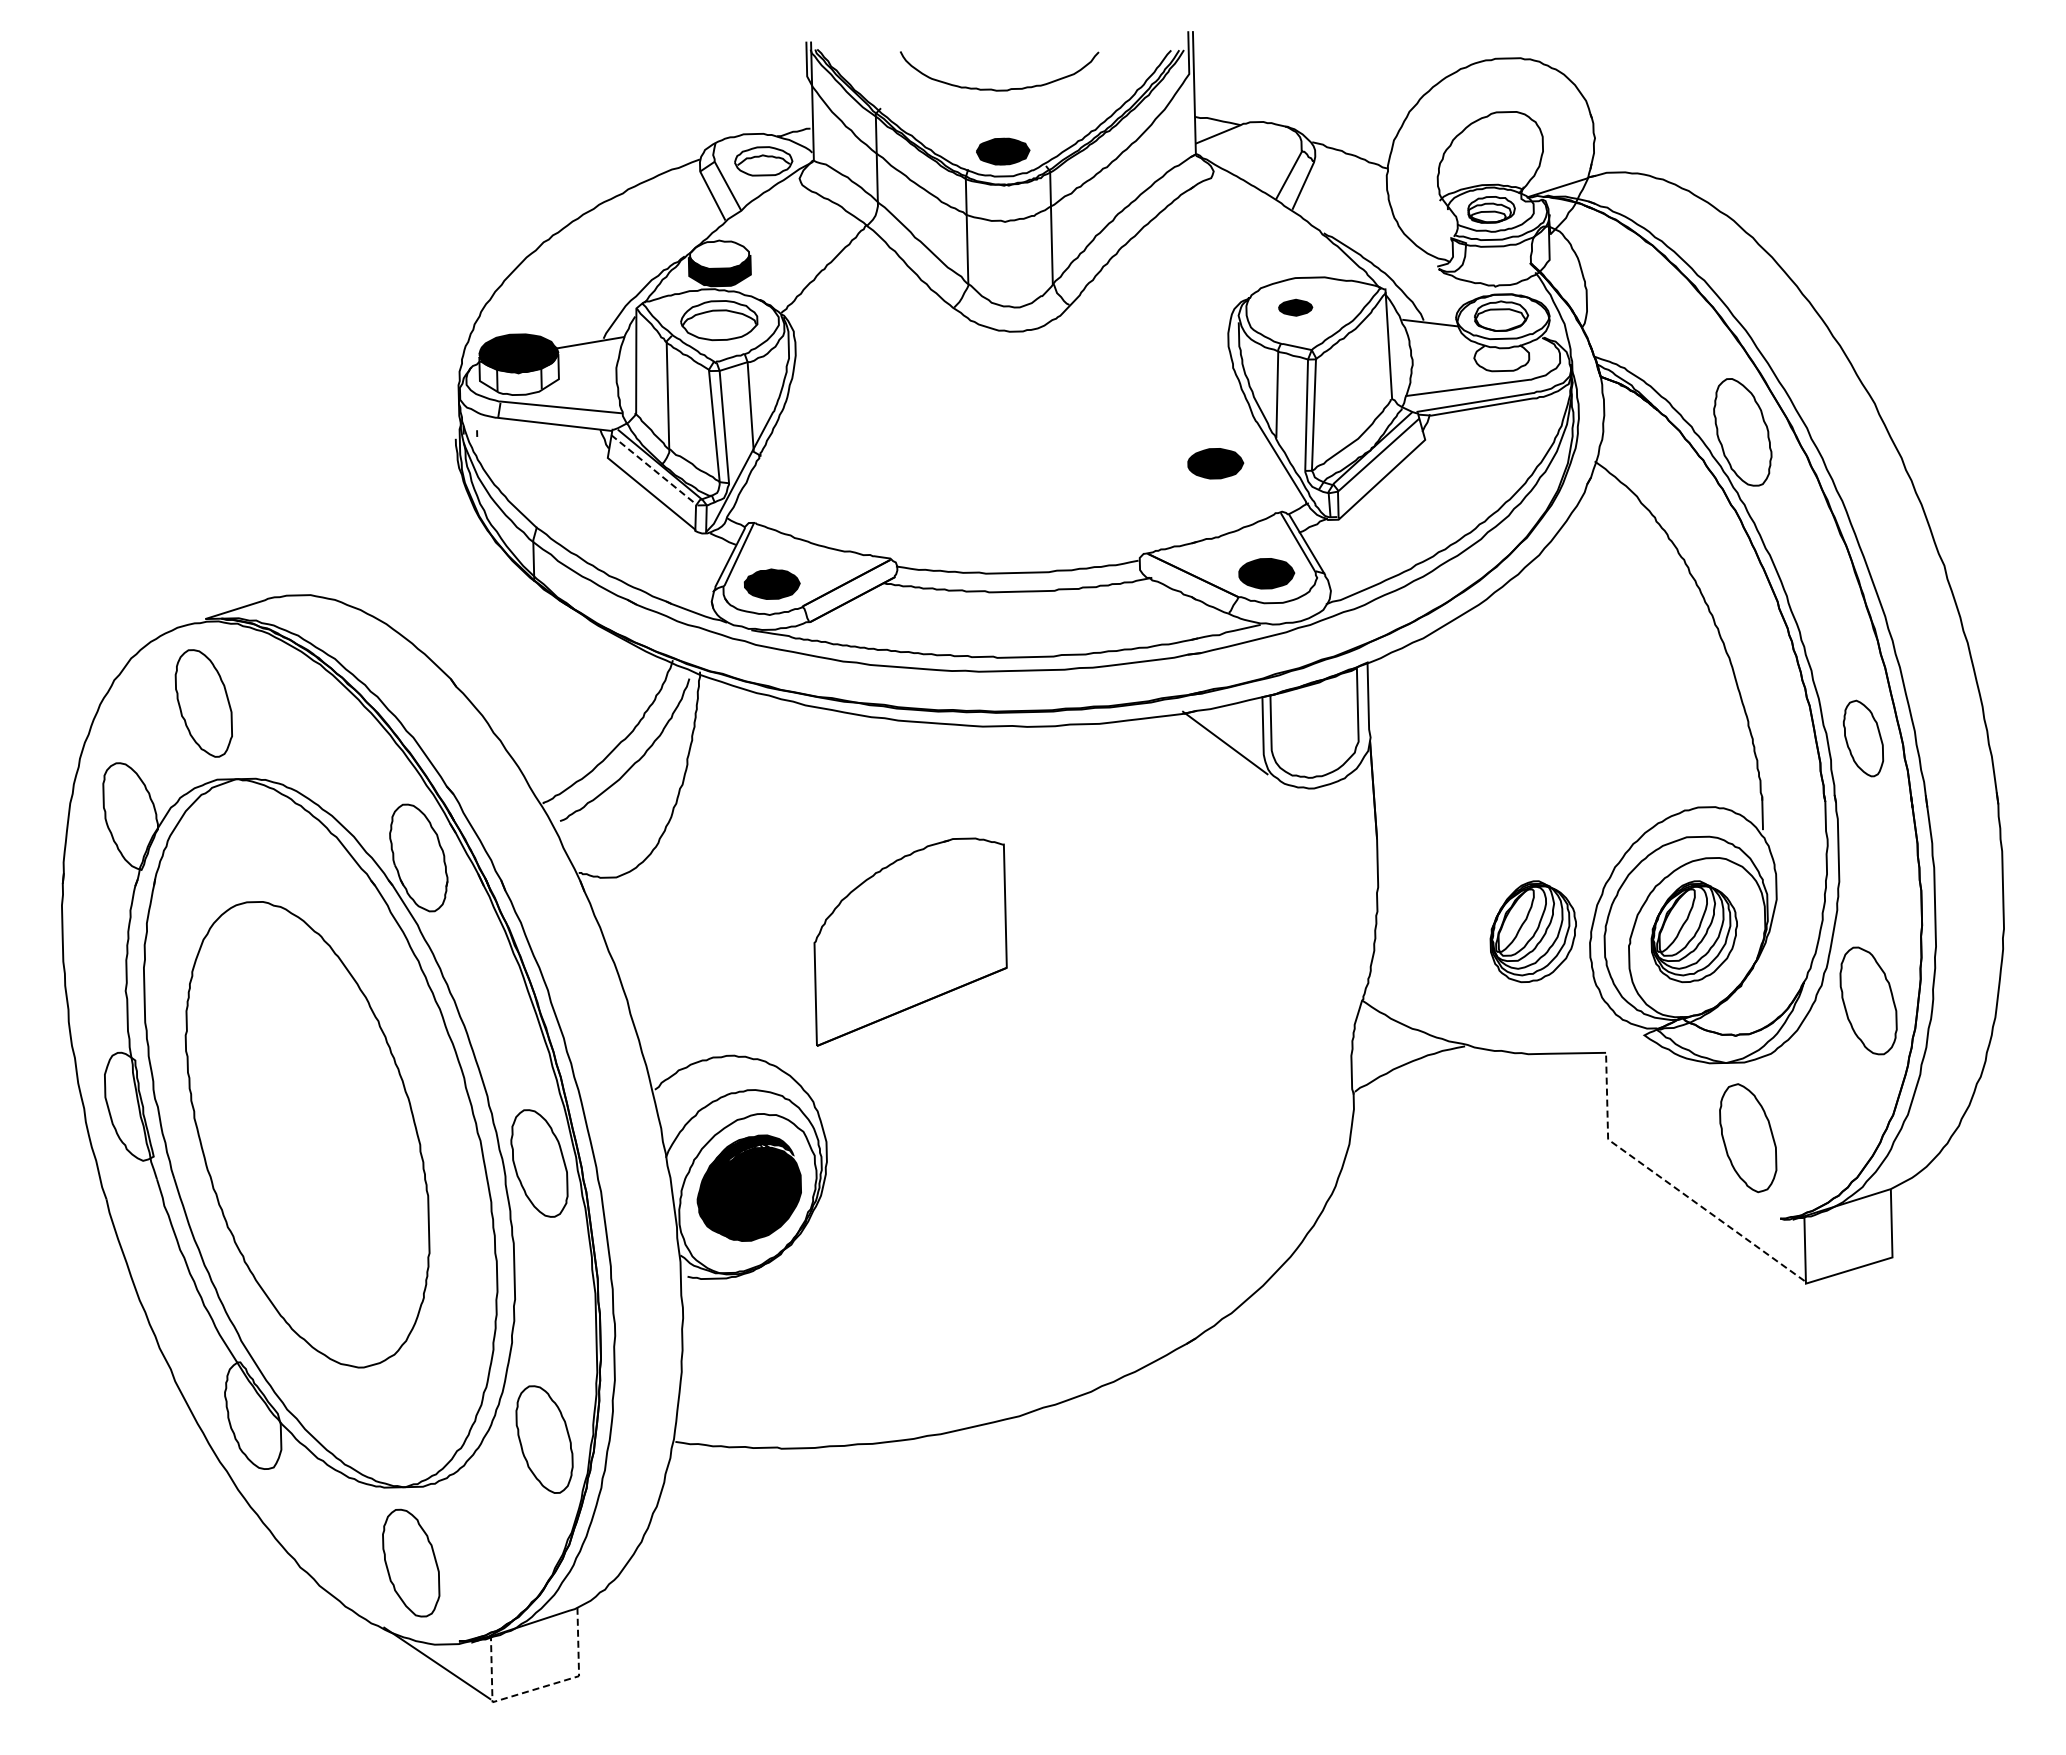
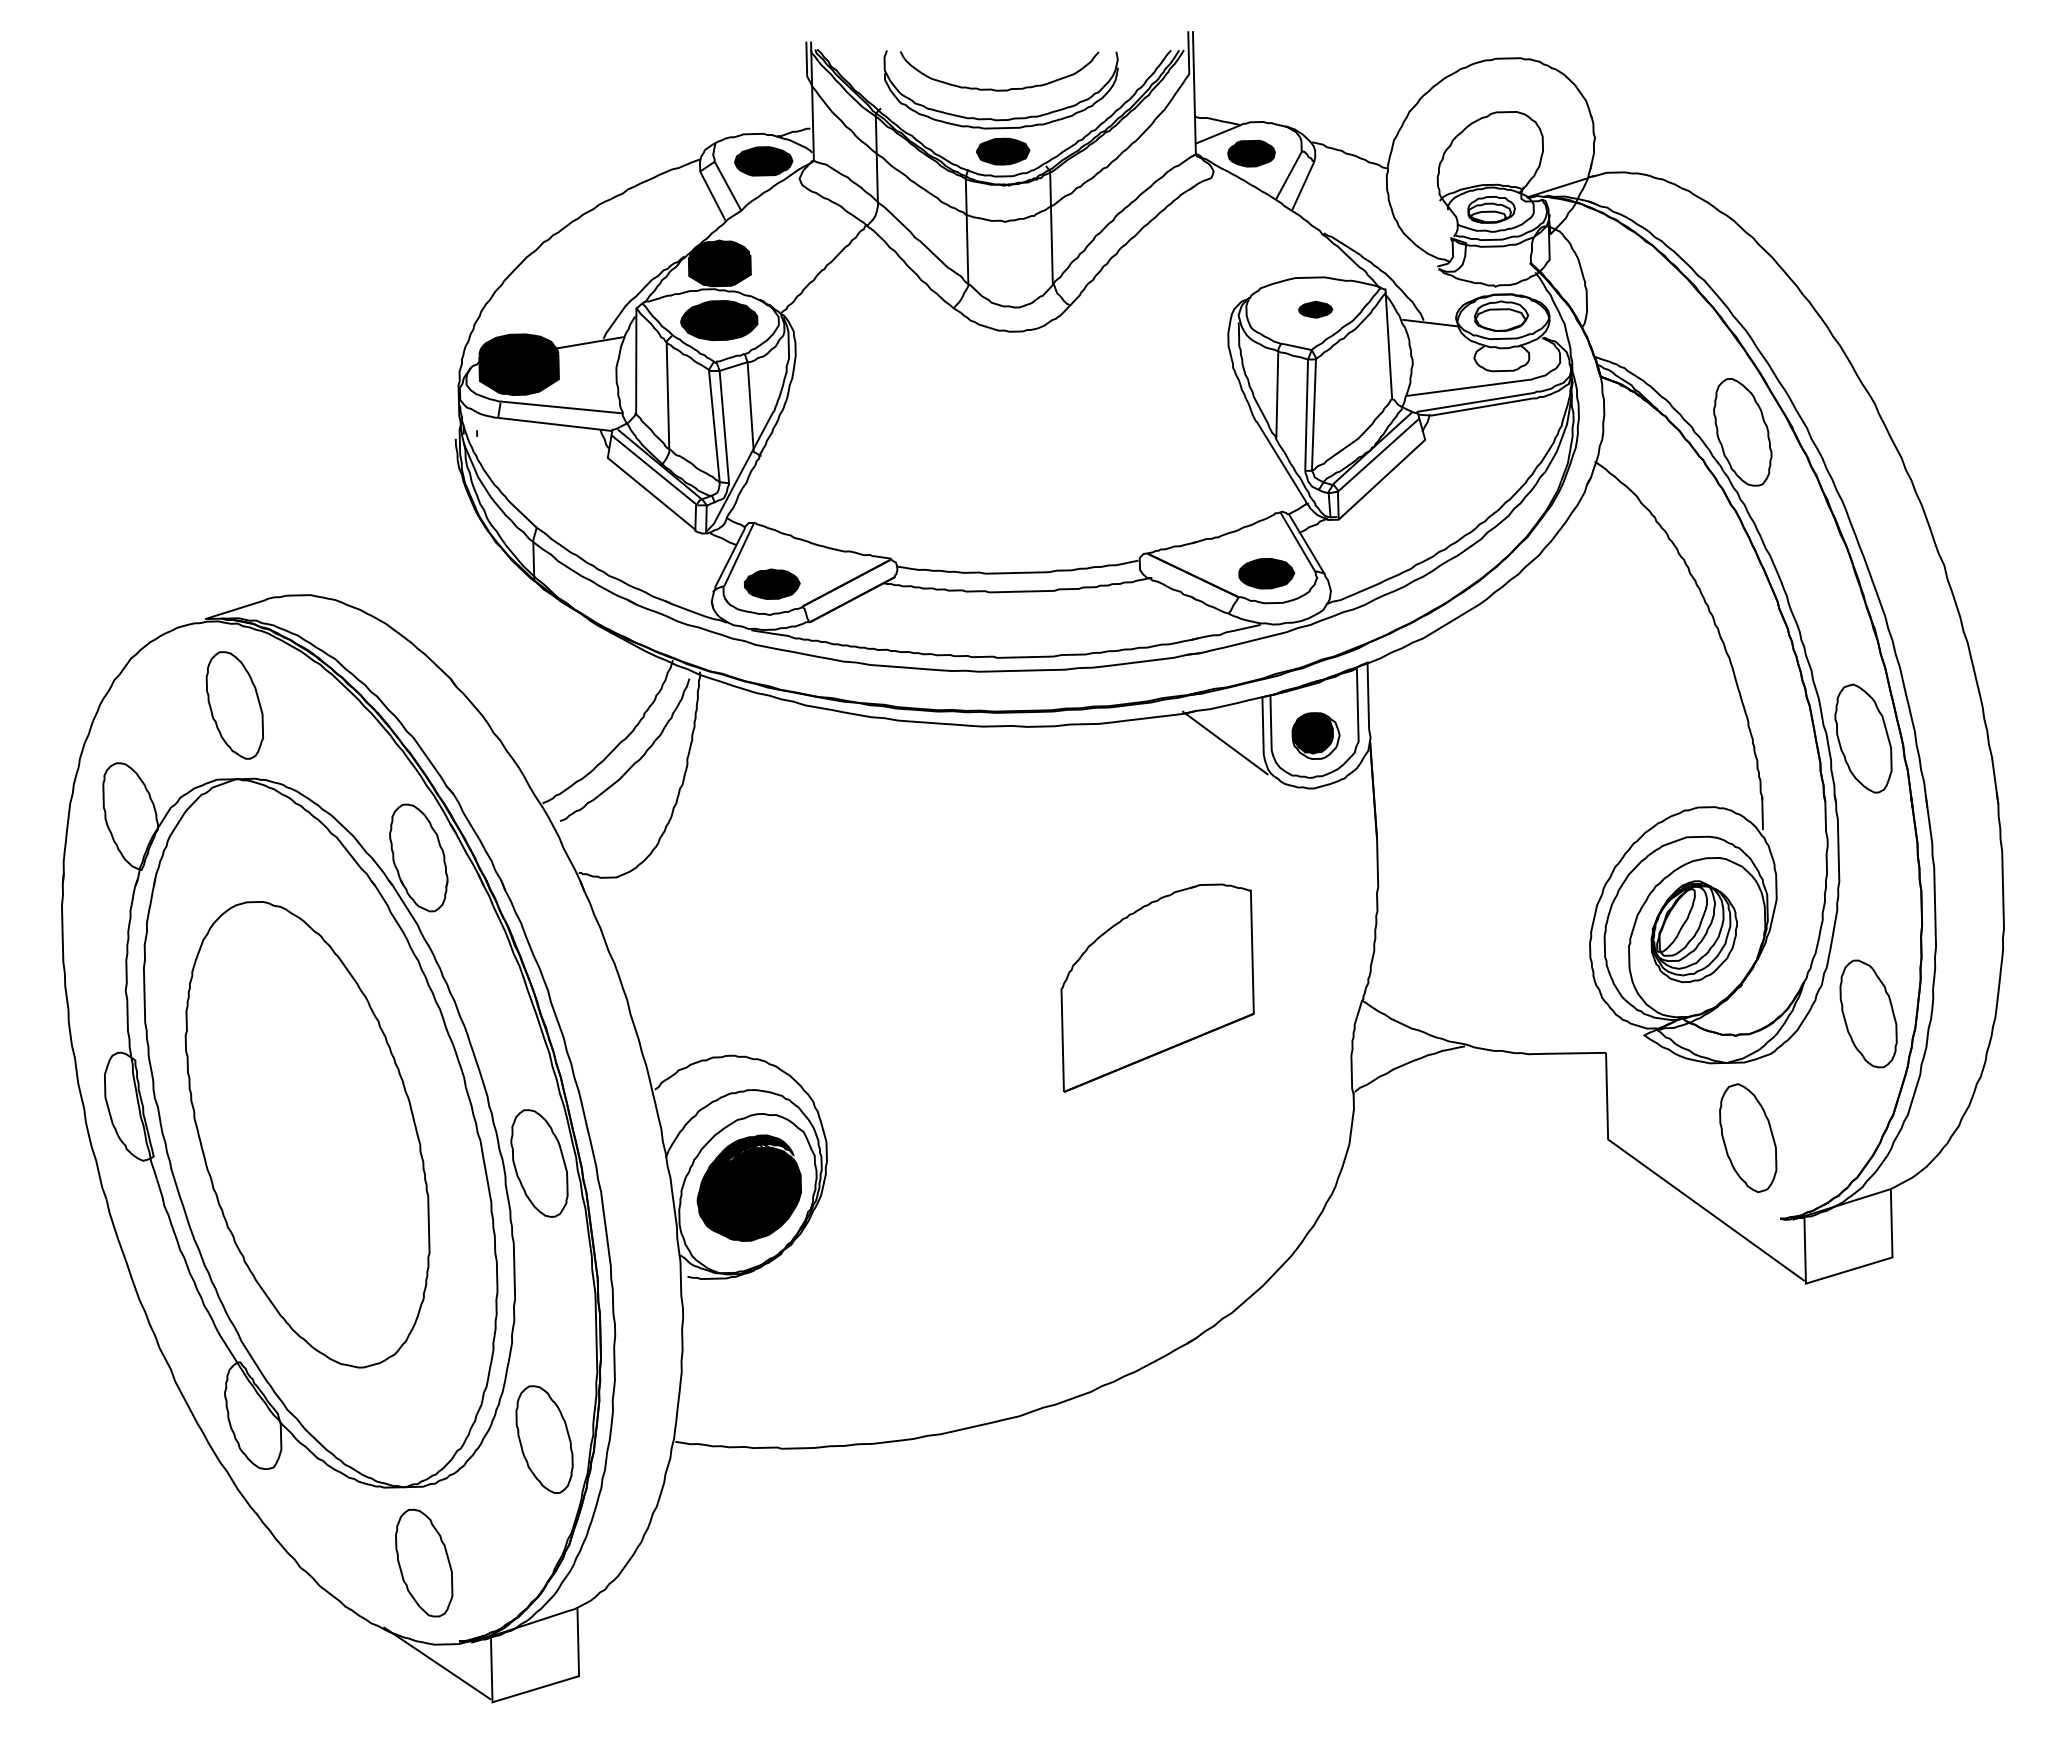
part at (993, 118): none -> present
part at (1251, 153): none -> present
fill at (763, 161): none -> present
fill at (719, 255): none -> present
part at (1295, 307) position: (1295, 307) -> (1315, 309)
fill at (718, 320): none -> present
fill at (518, 375): none -> present
part at (1215, 463): present -> none
line at (653, 469): dashed -> solid
part at (203, 703) position: (203, 703) -> (234, 705)
part at (1315, 735): none -> present
part at (1863, 738) size: 43x79 px -> 59x111 px
part at (1532, 931): present -> none
part at (910, 941) position: (910, 941) -> (1157, 987)
part at (1868, 1000) position: (1868, 1000) -> (1868, 1013)
line at (1670, 1184): dashed -> solid
part at (411, 1562) position: (411, 1562) -> (424, 1562)
line at (536, 1689): dashed -> solid
